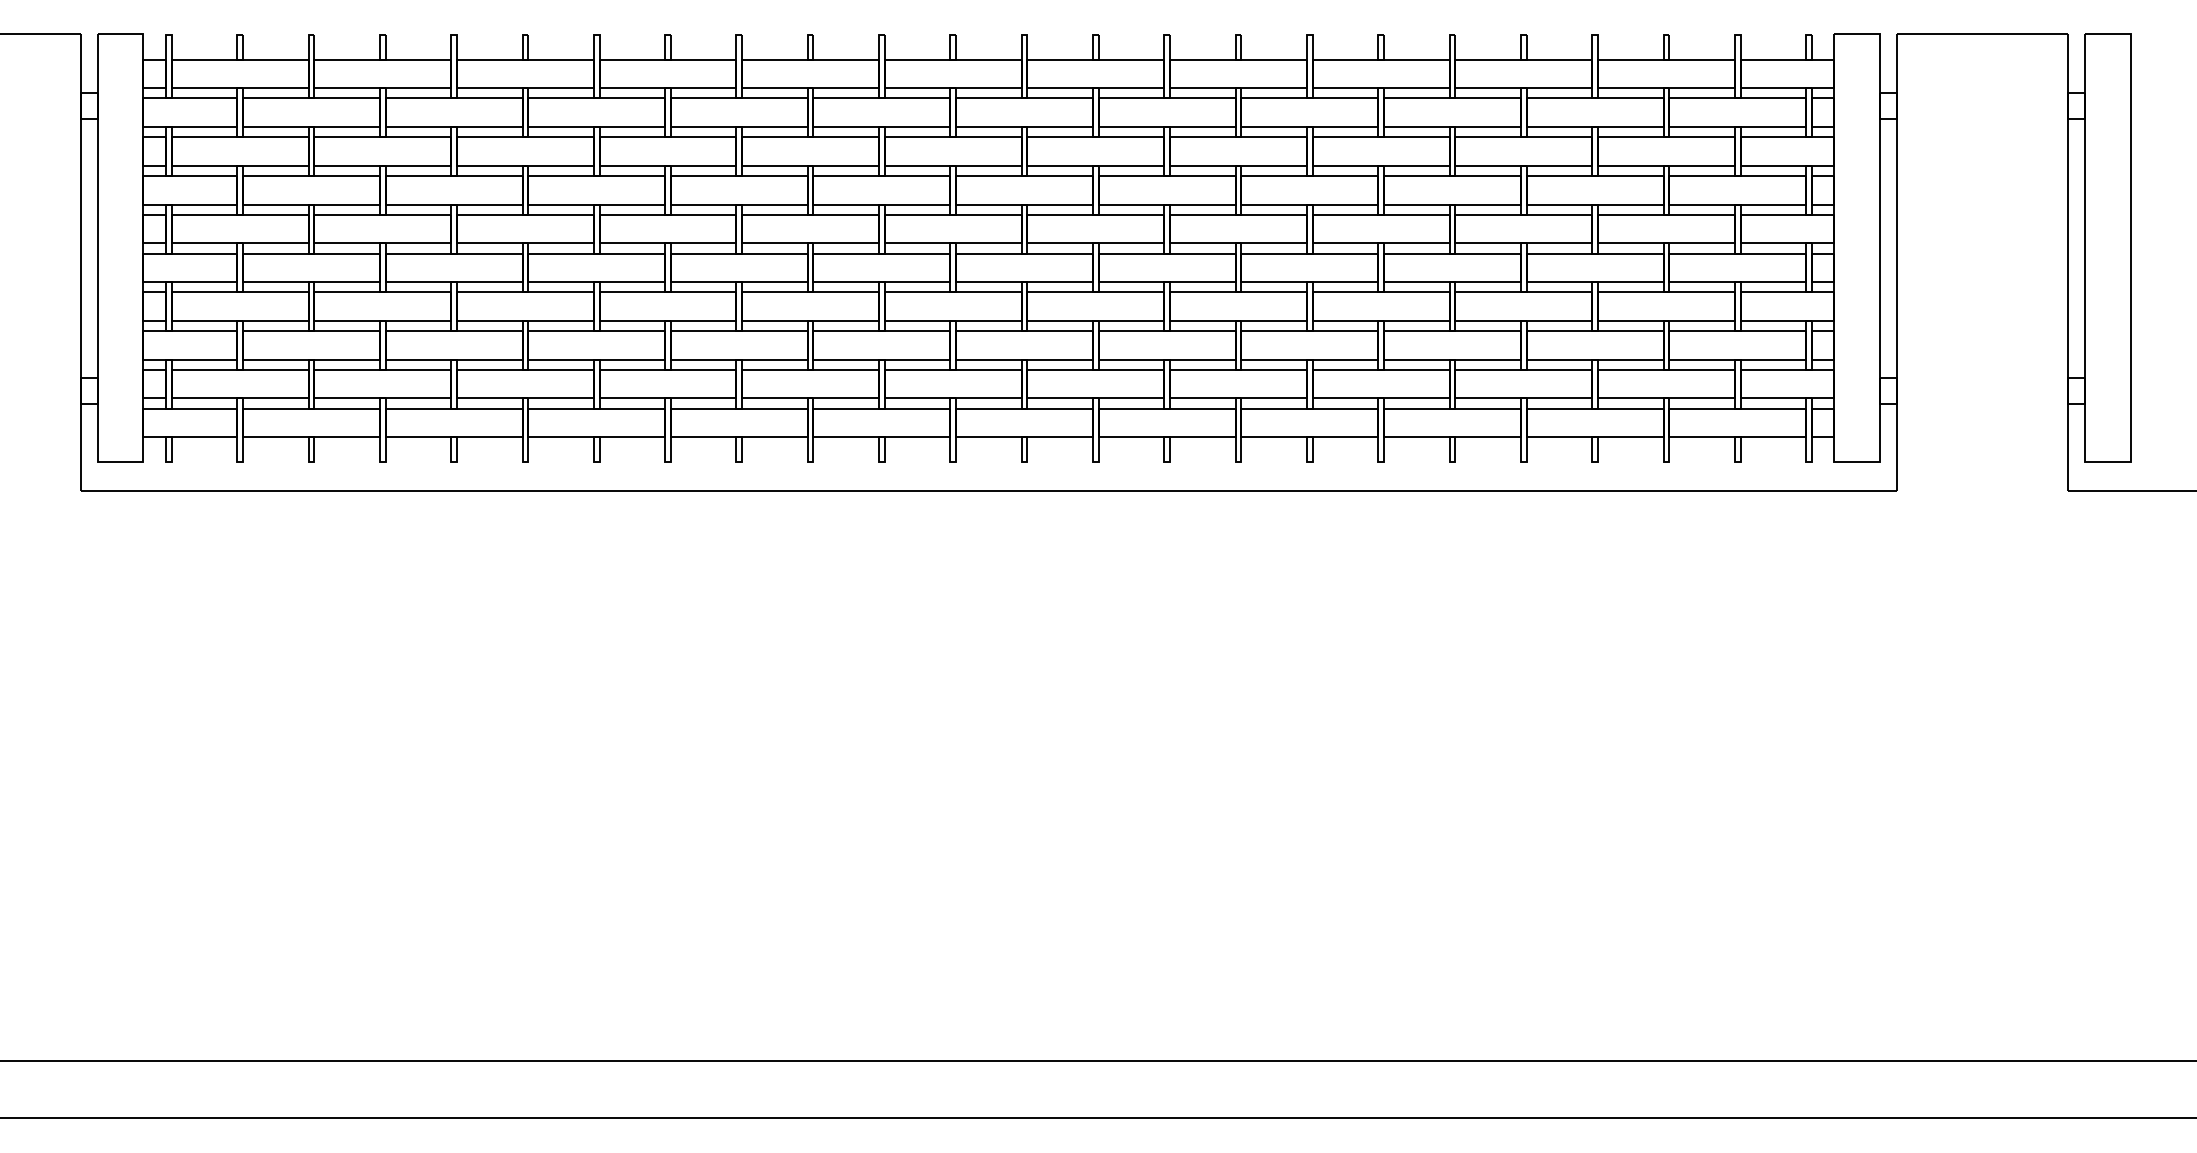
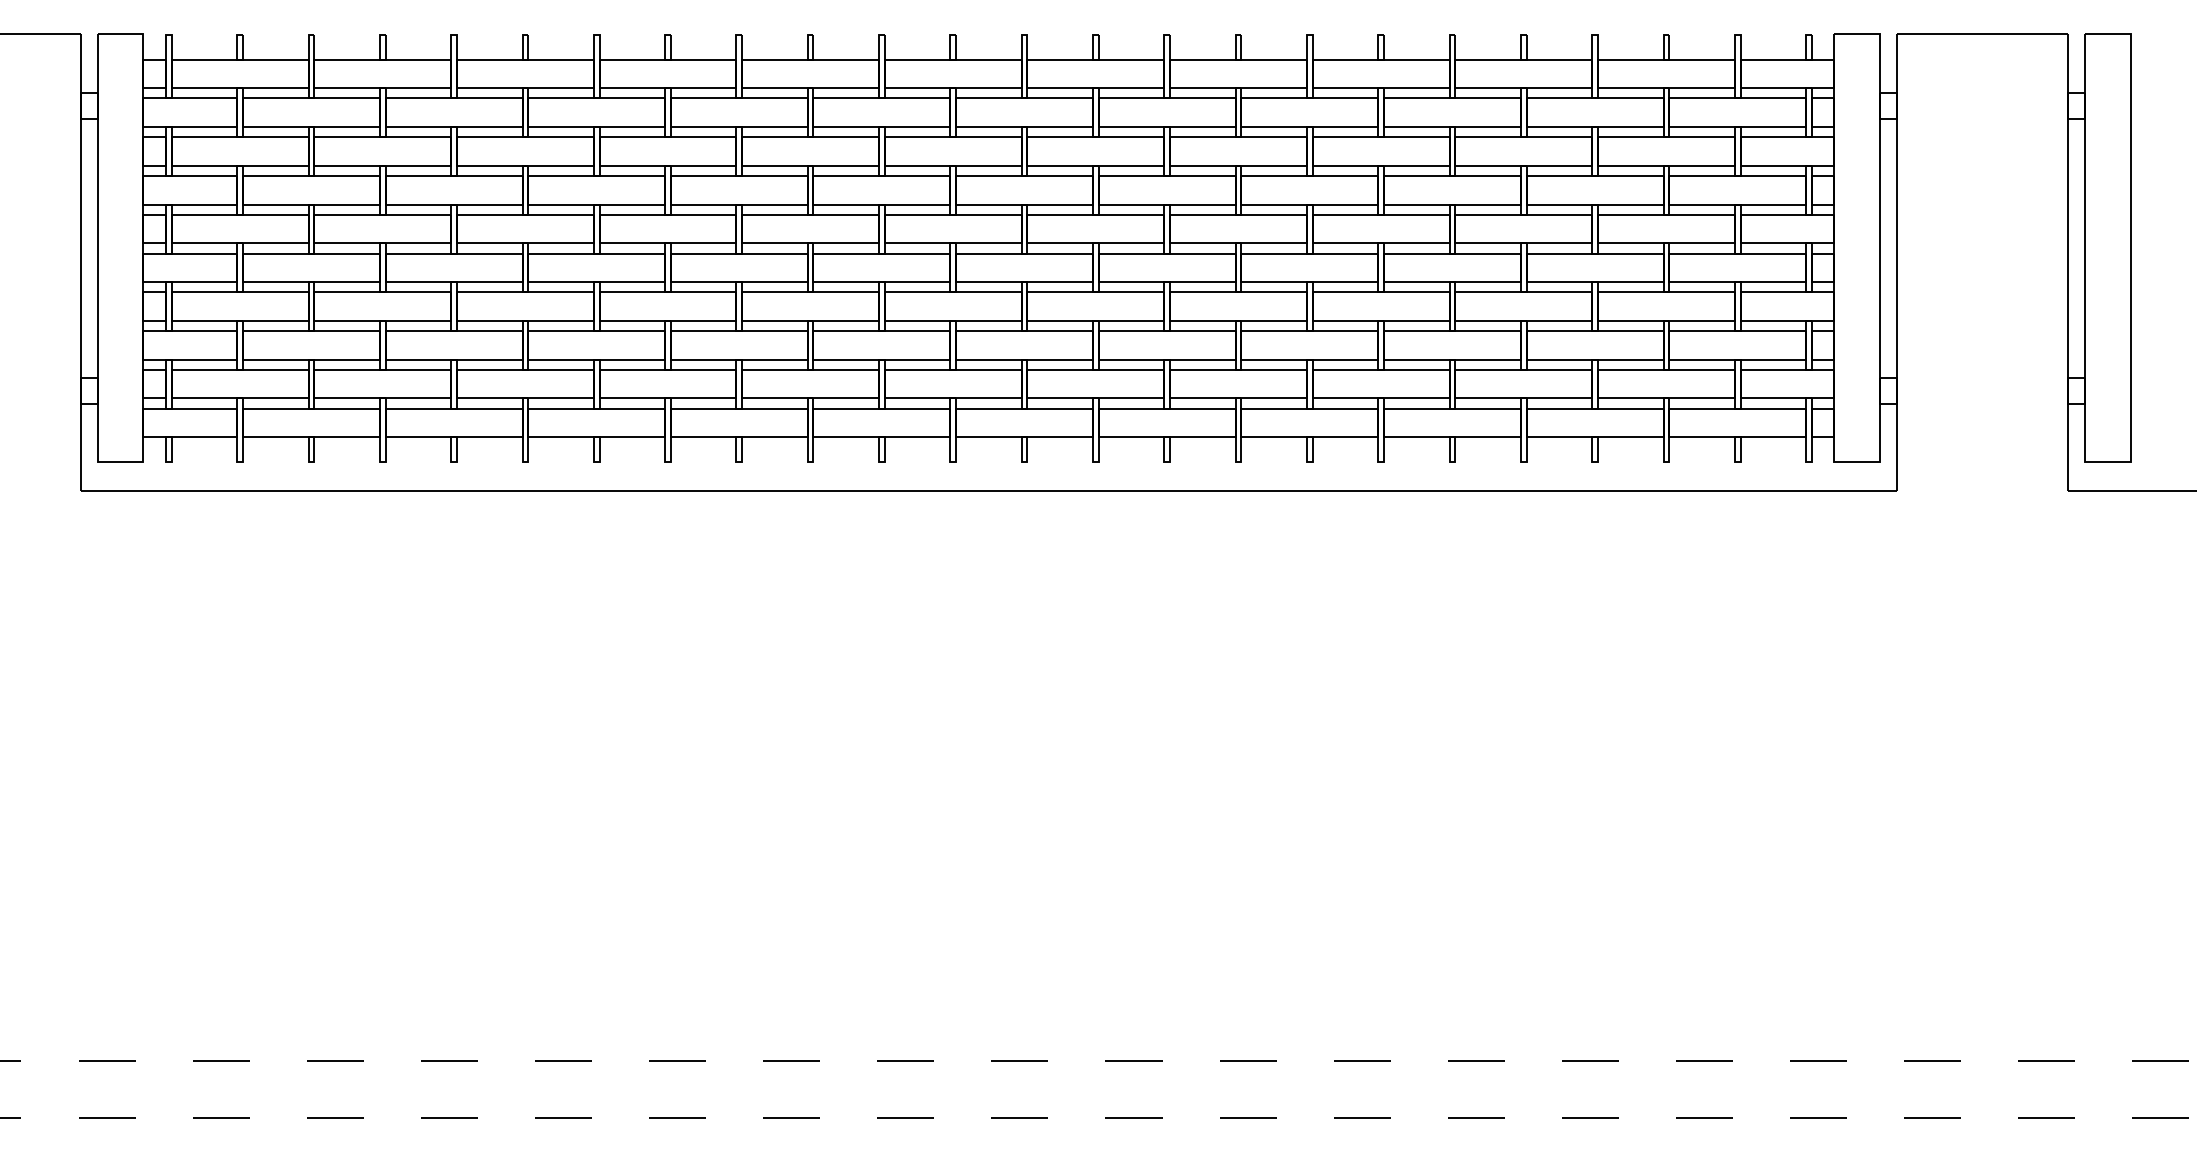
line at (1098, 1061): solid -> dashed
line at (1099, 1118): solid -> dashed
